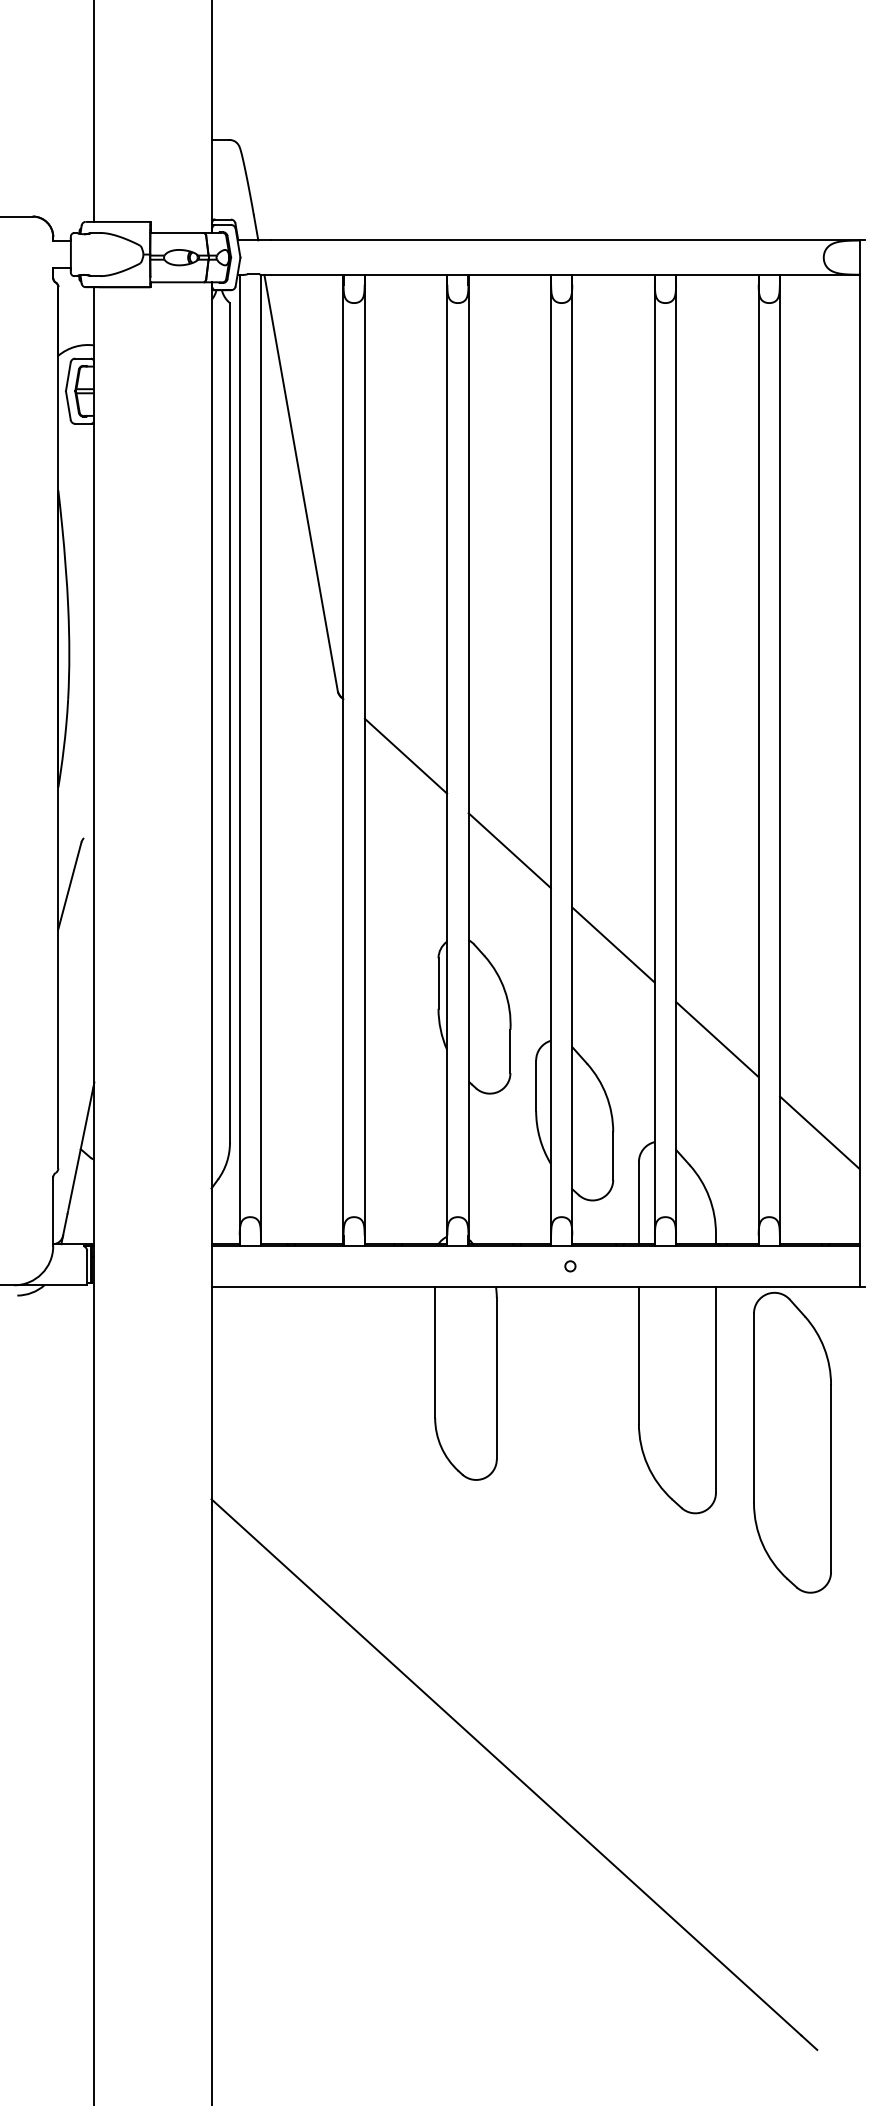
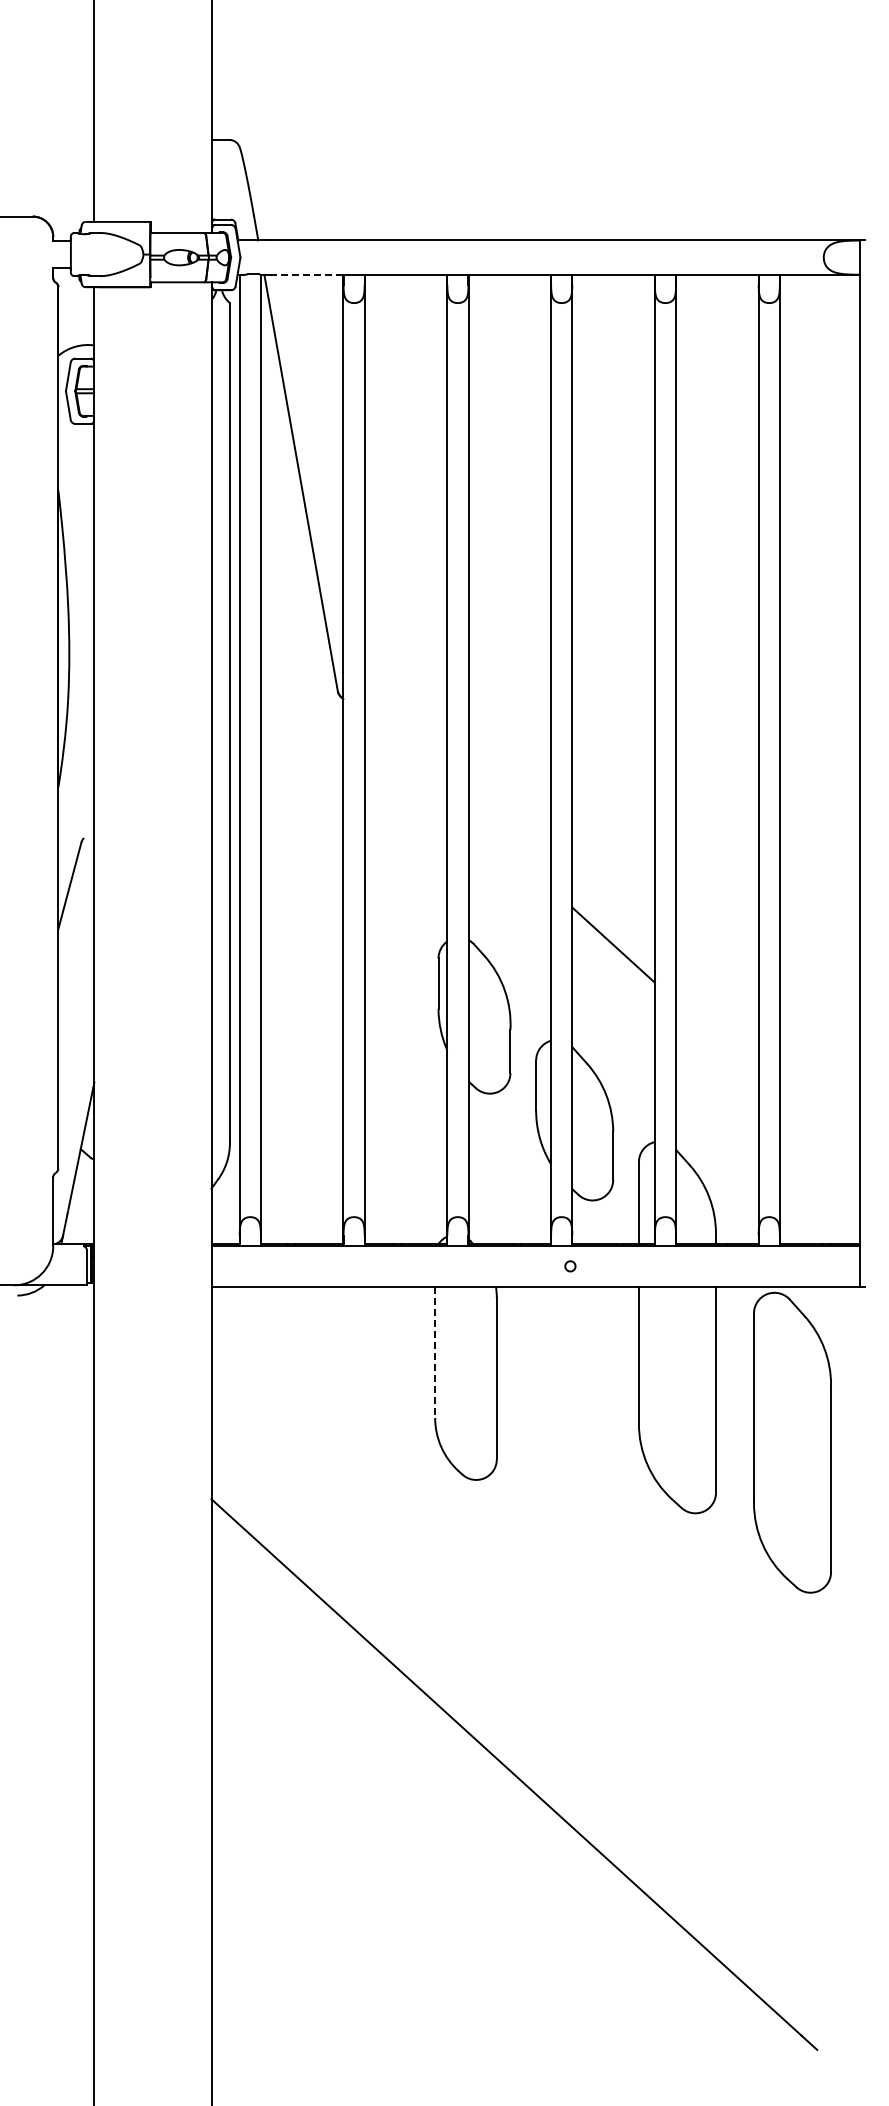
line at (306, 274): solid -> dashed
line at (405, 755): present -> none
line at (509, 850): present -> none
line at (717, 1039): present -> none
line at (819, 1132): present -> none
line at (435, 1352): solid -> dashed
